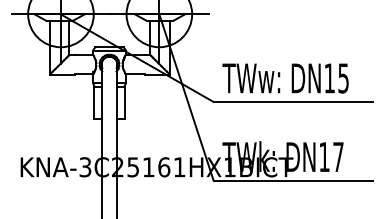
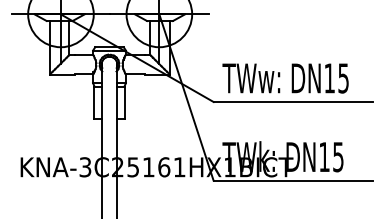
text at (338, 157): DN17 -> DN15
